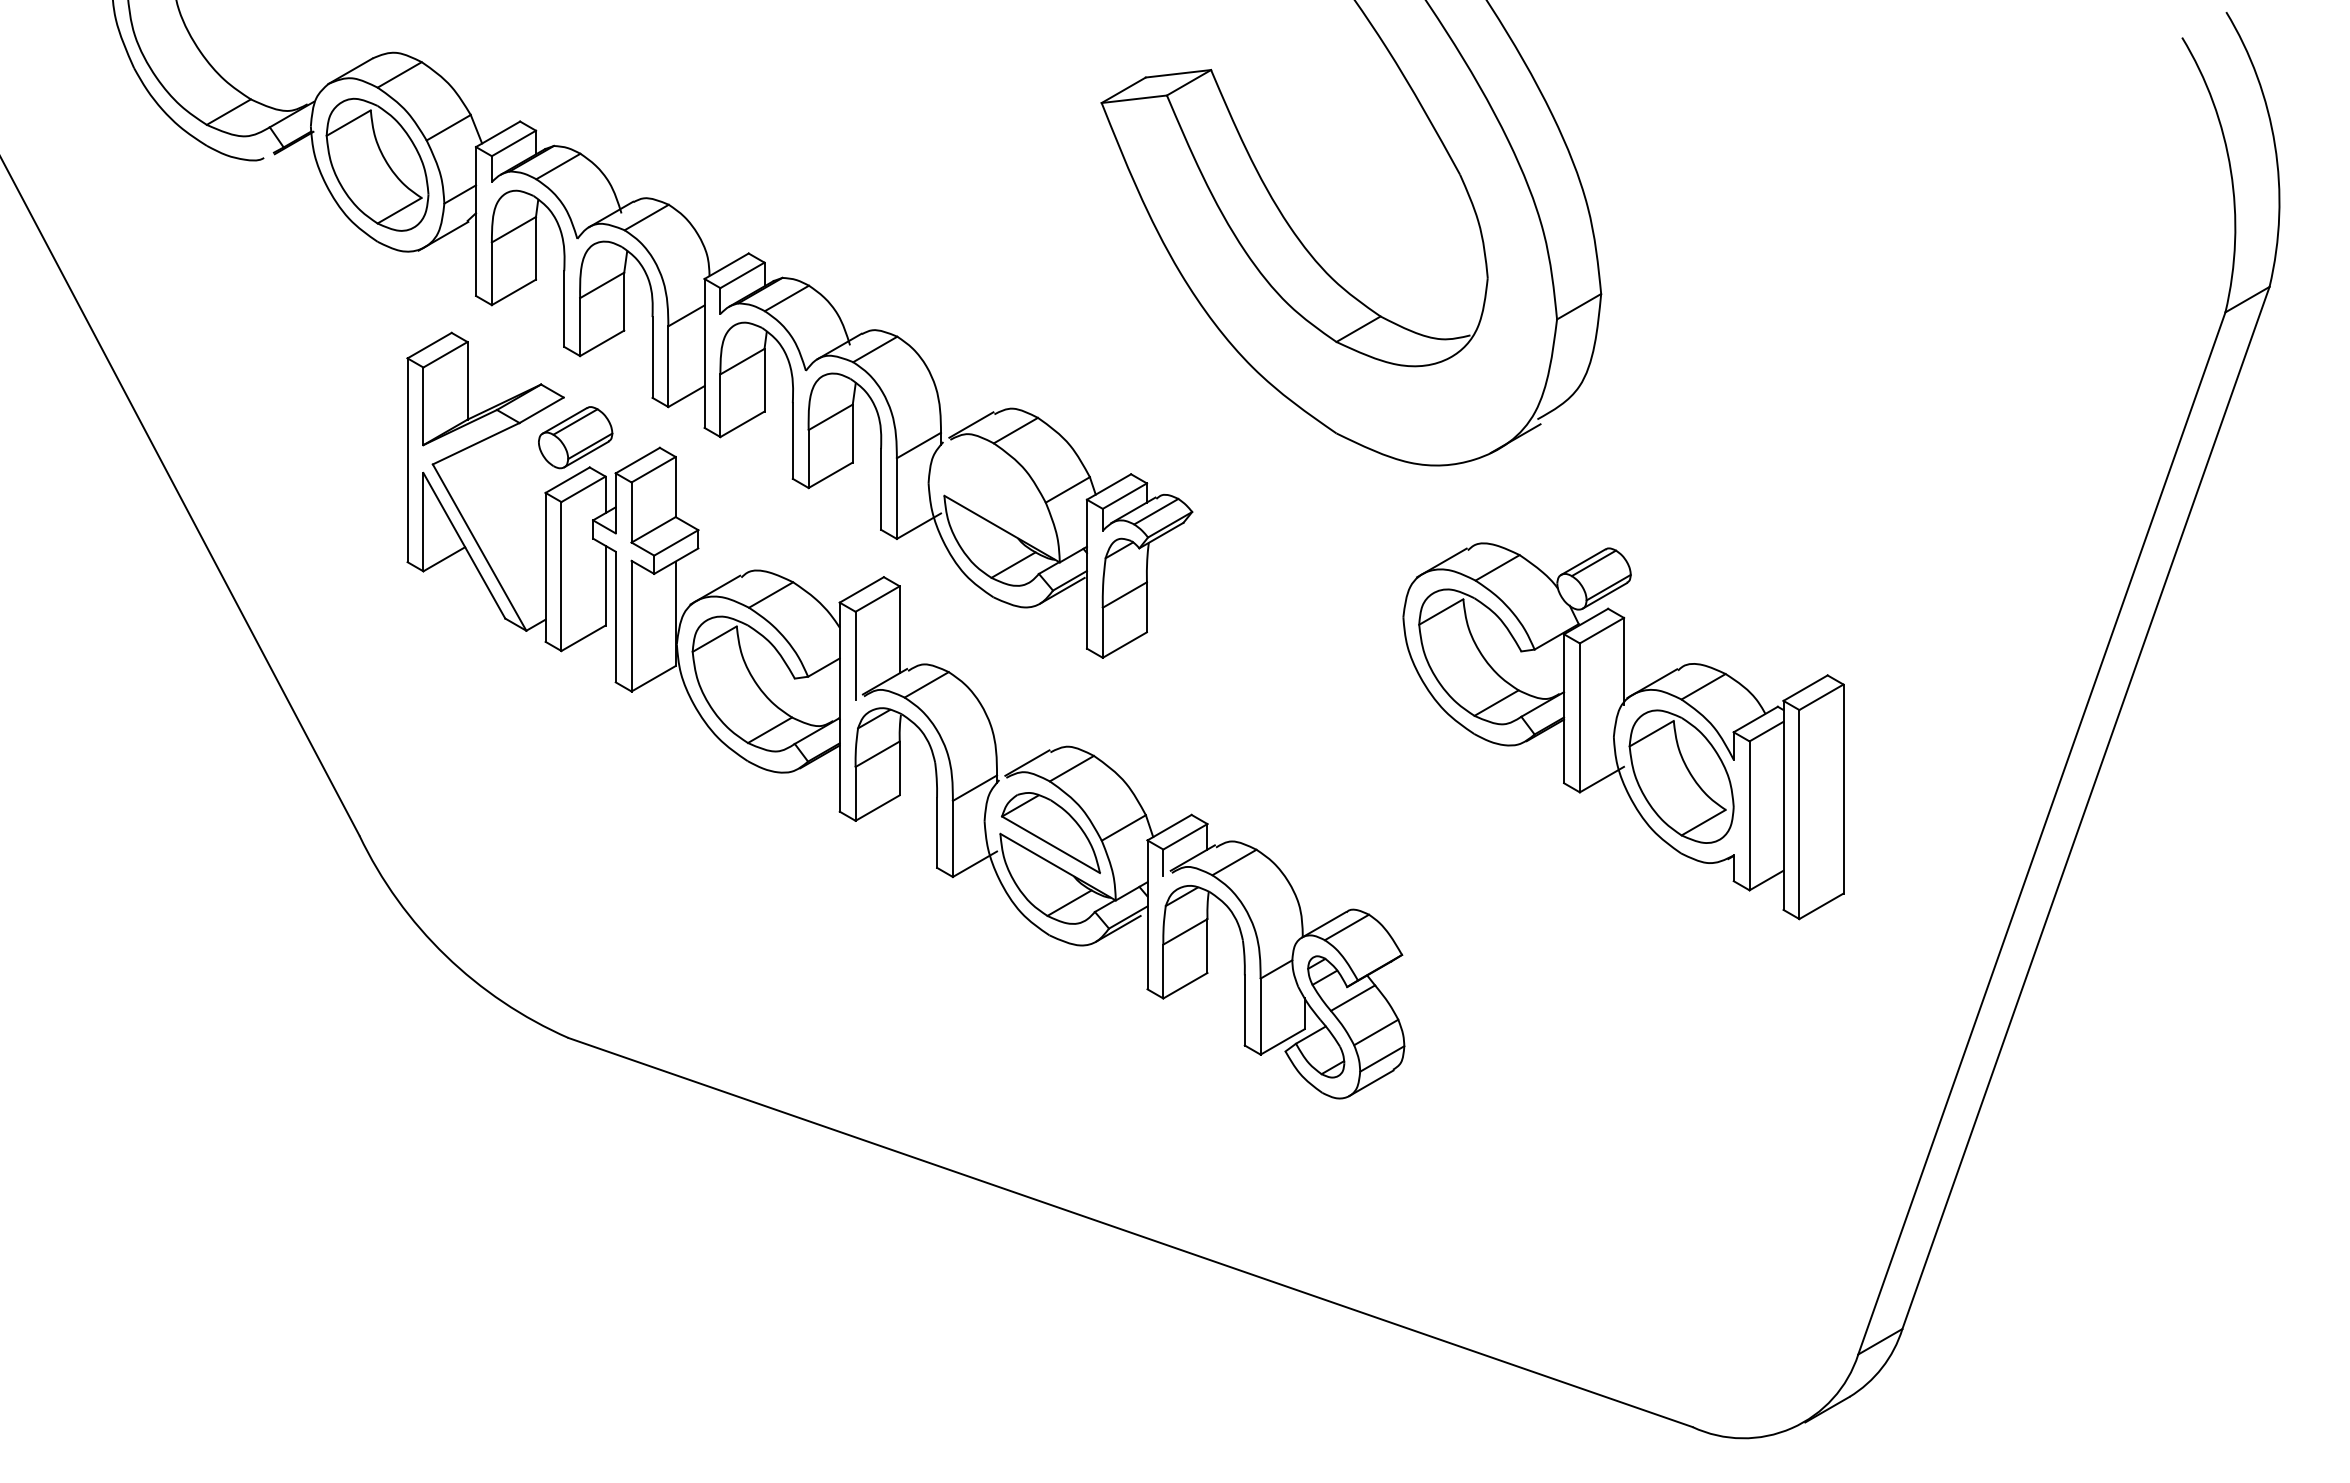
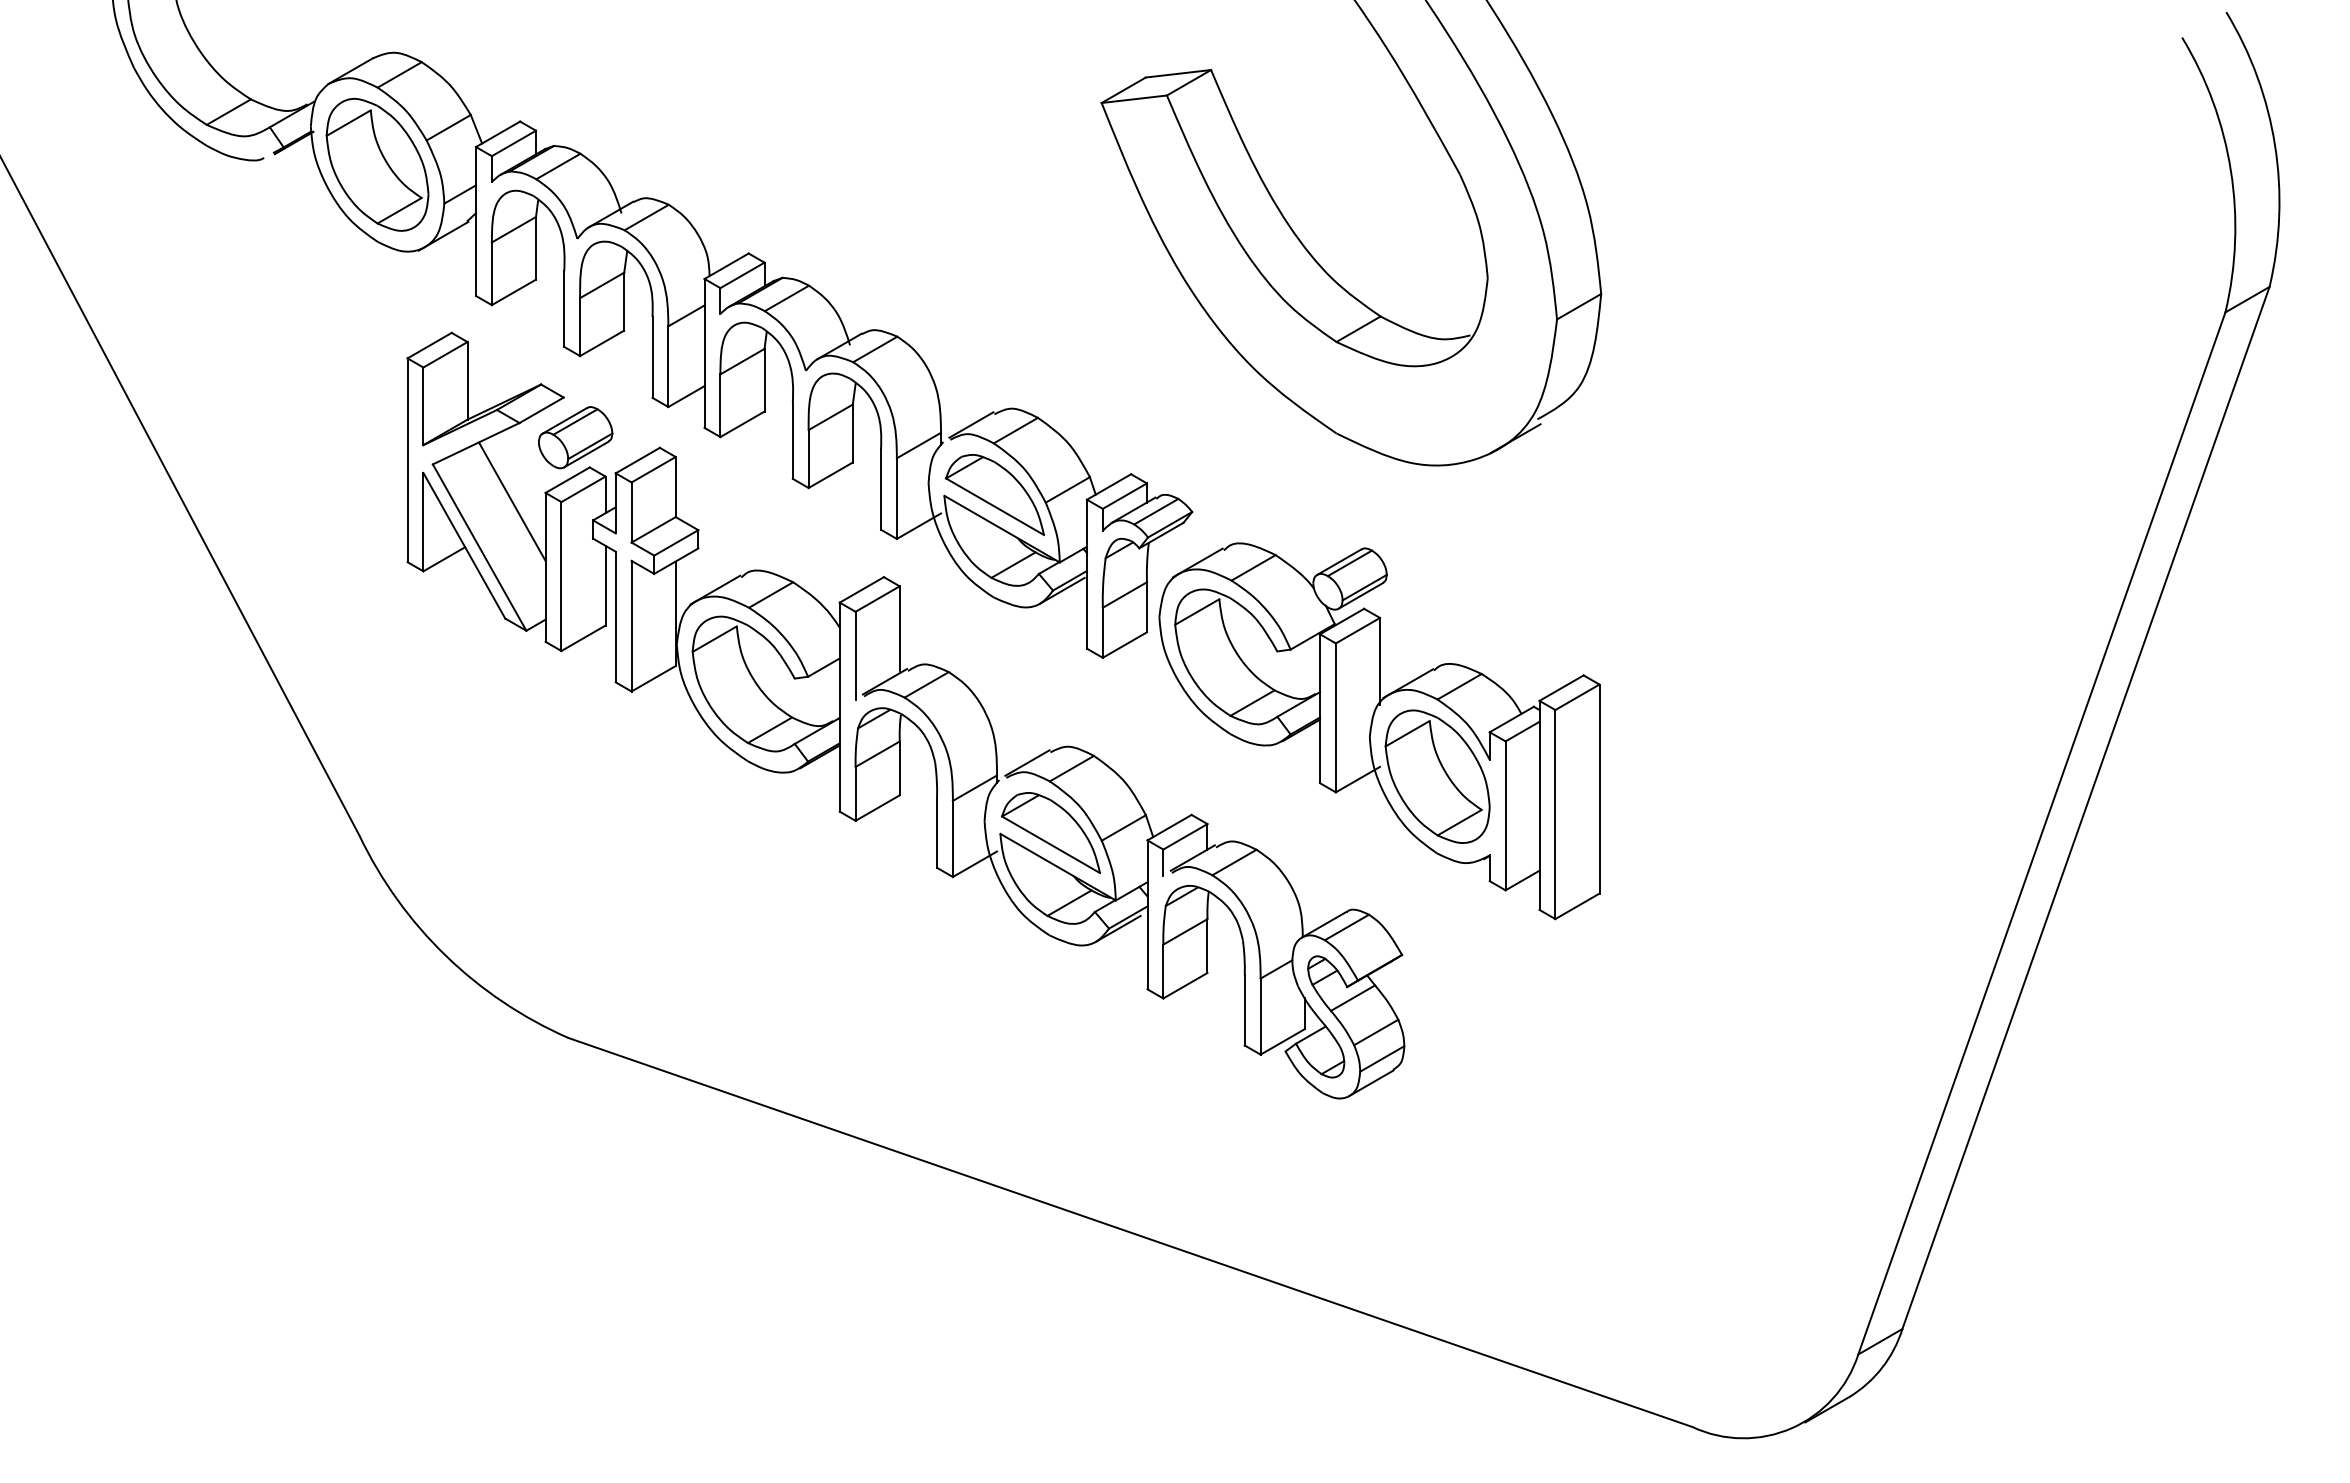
part at (994, 494): none -> present
line at (511, 501): none -> present
part at (1623, 731) position: (1623, 731) -> (1379, 731)
